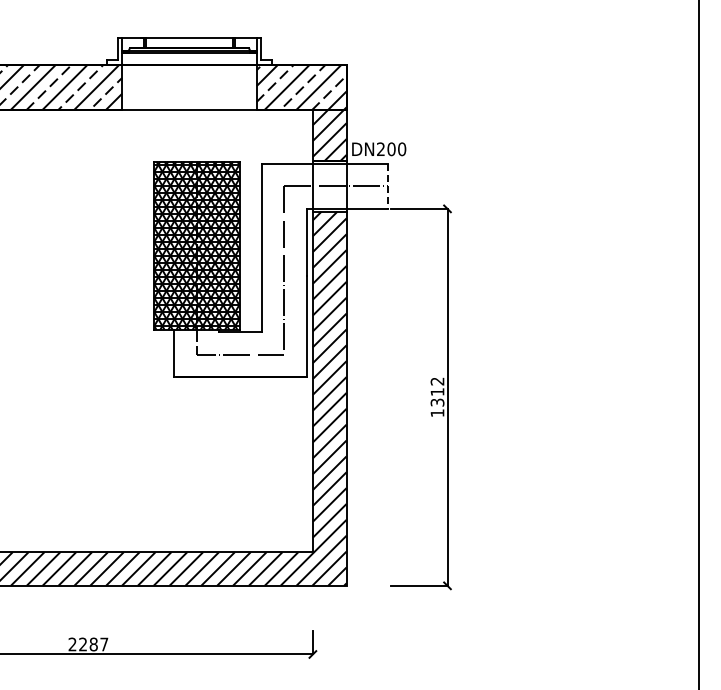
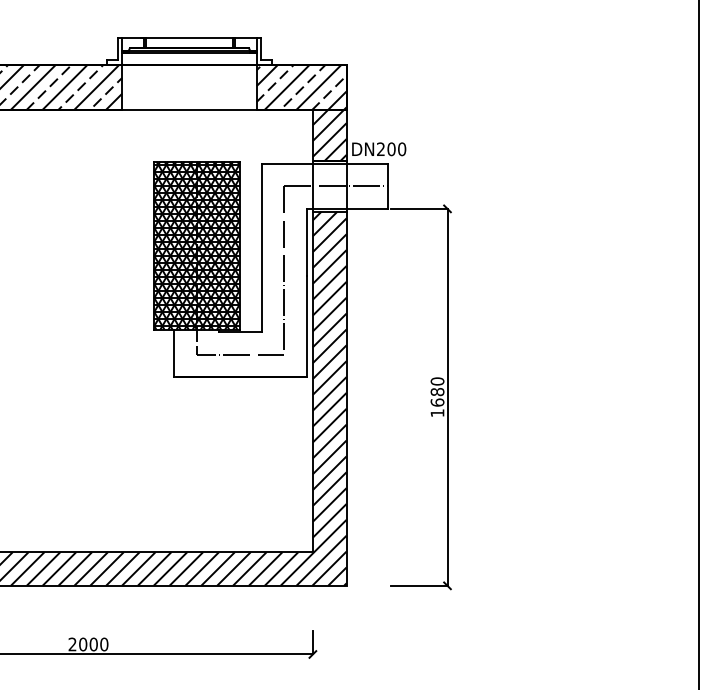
line at (388, 186): dashed -> solid
text at (437, 391): 1312 -> 1680
text at (93, 644): 2287 -> 2000
